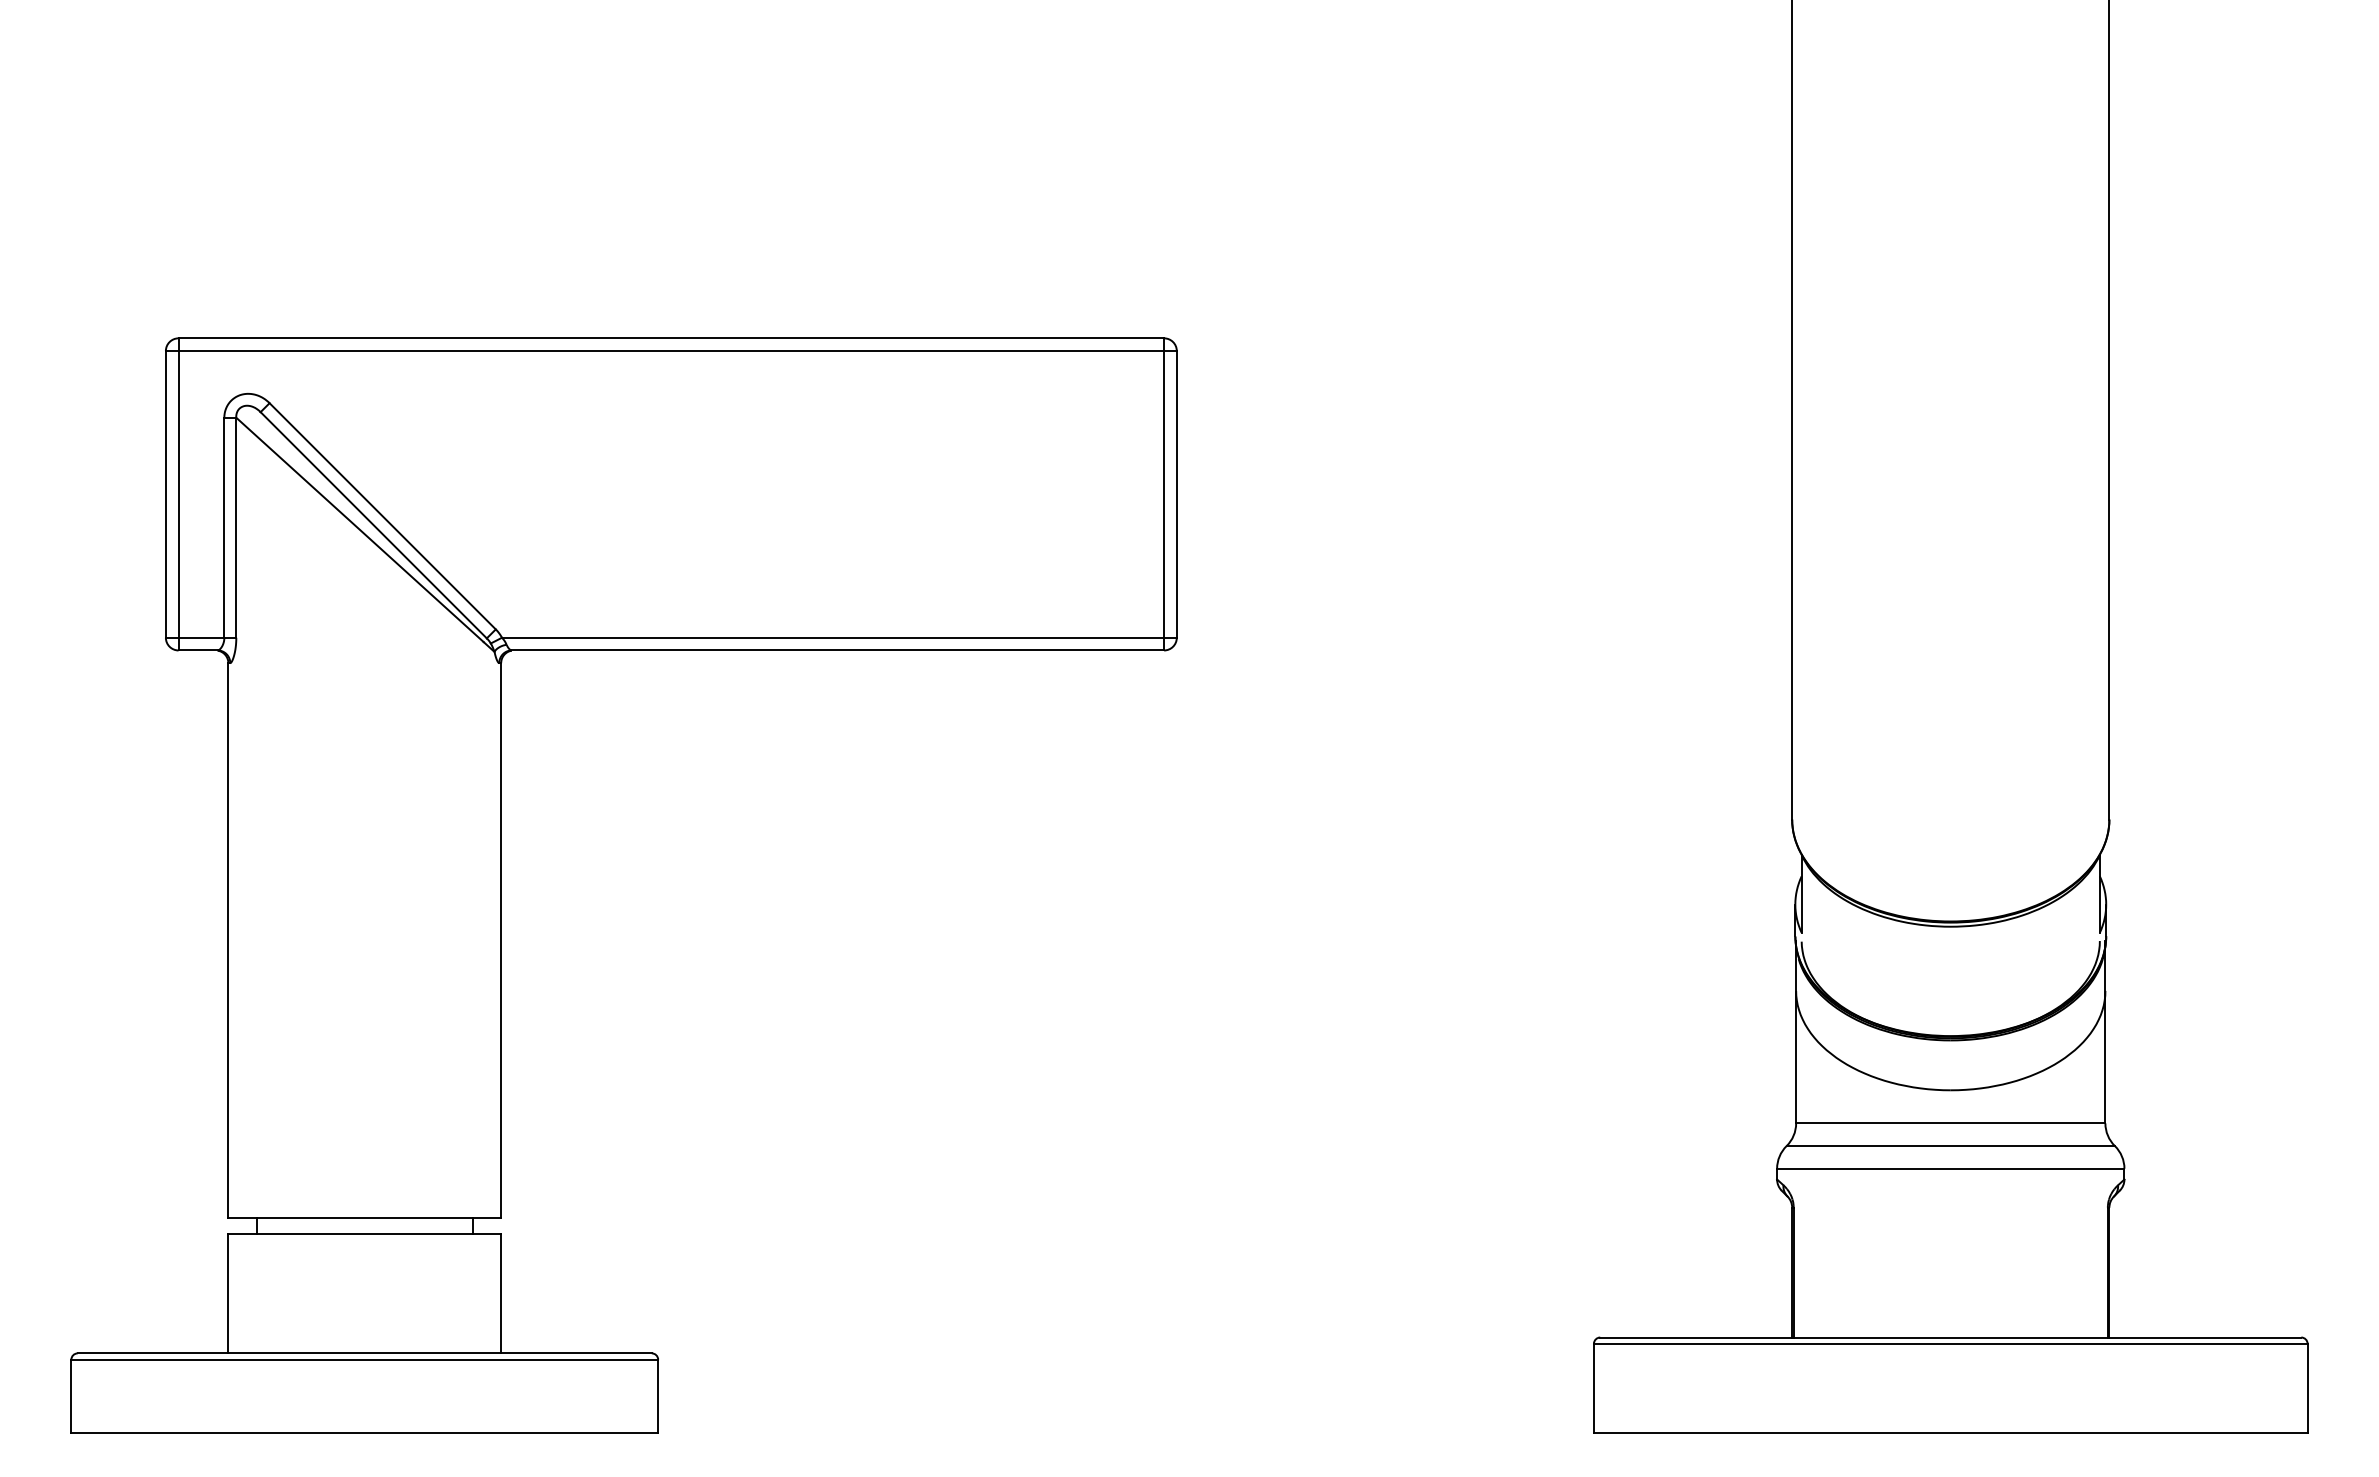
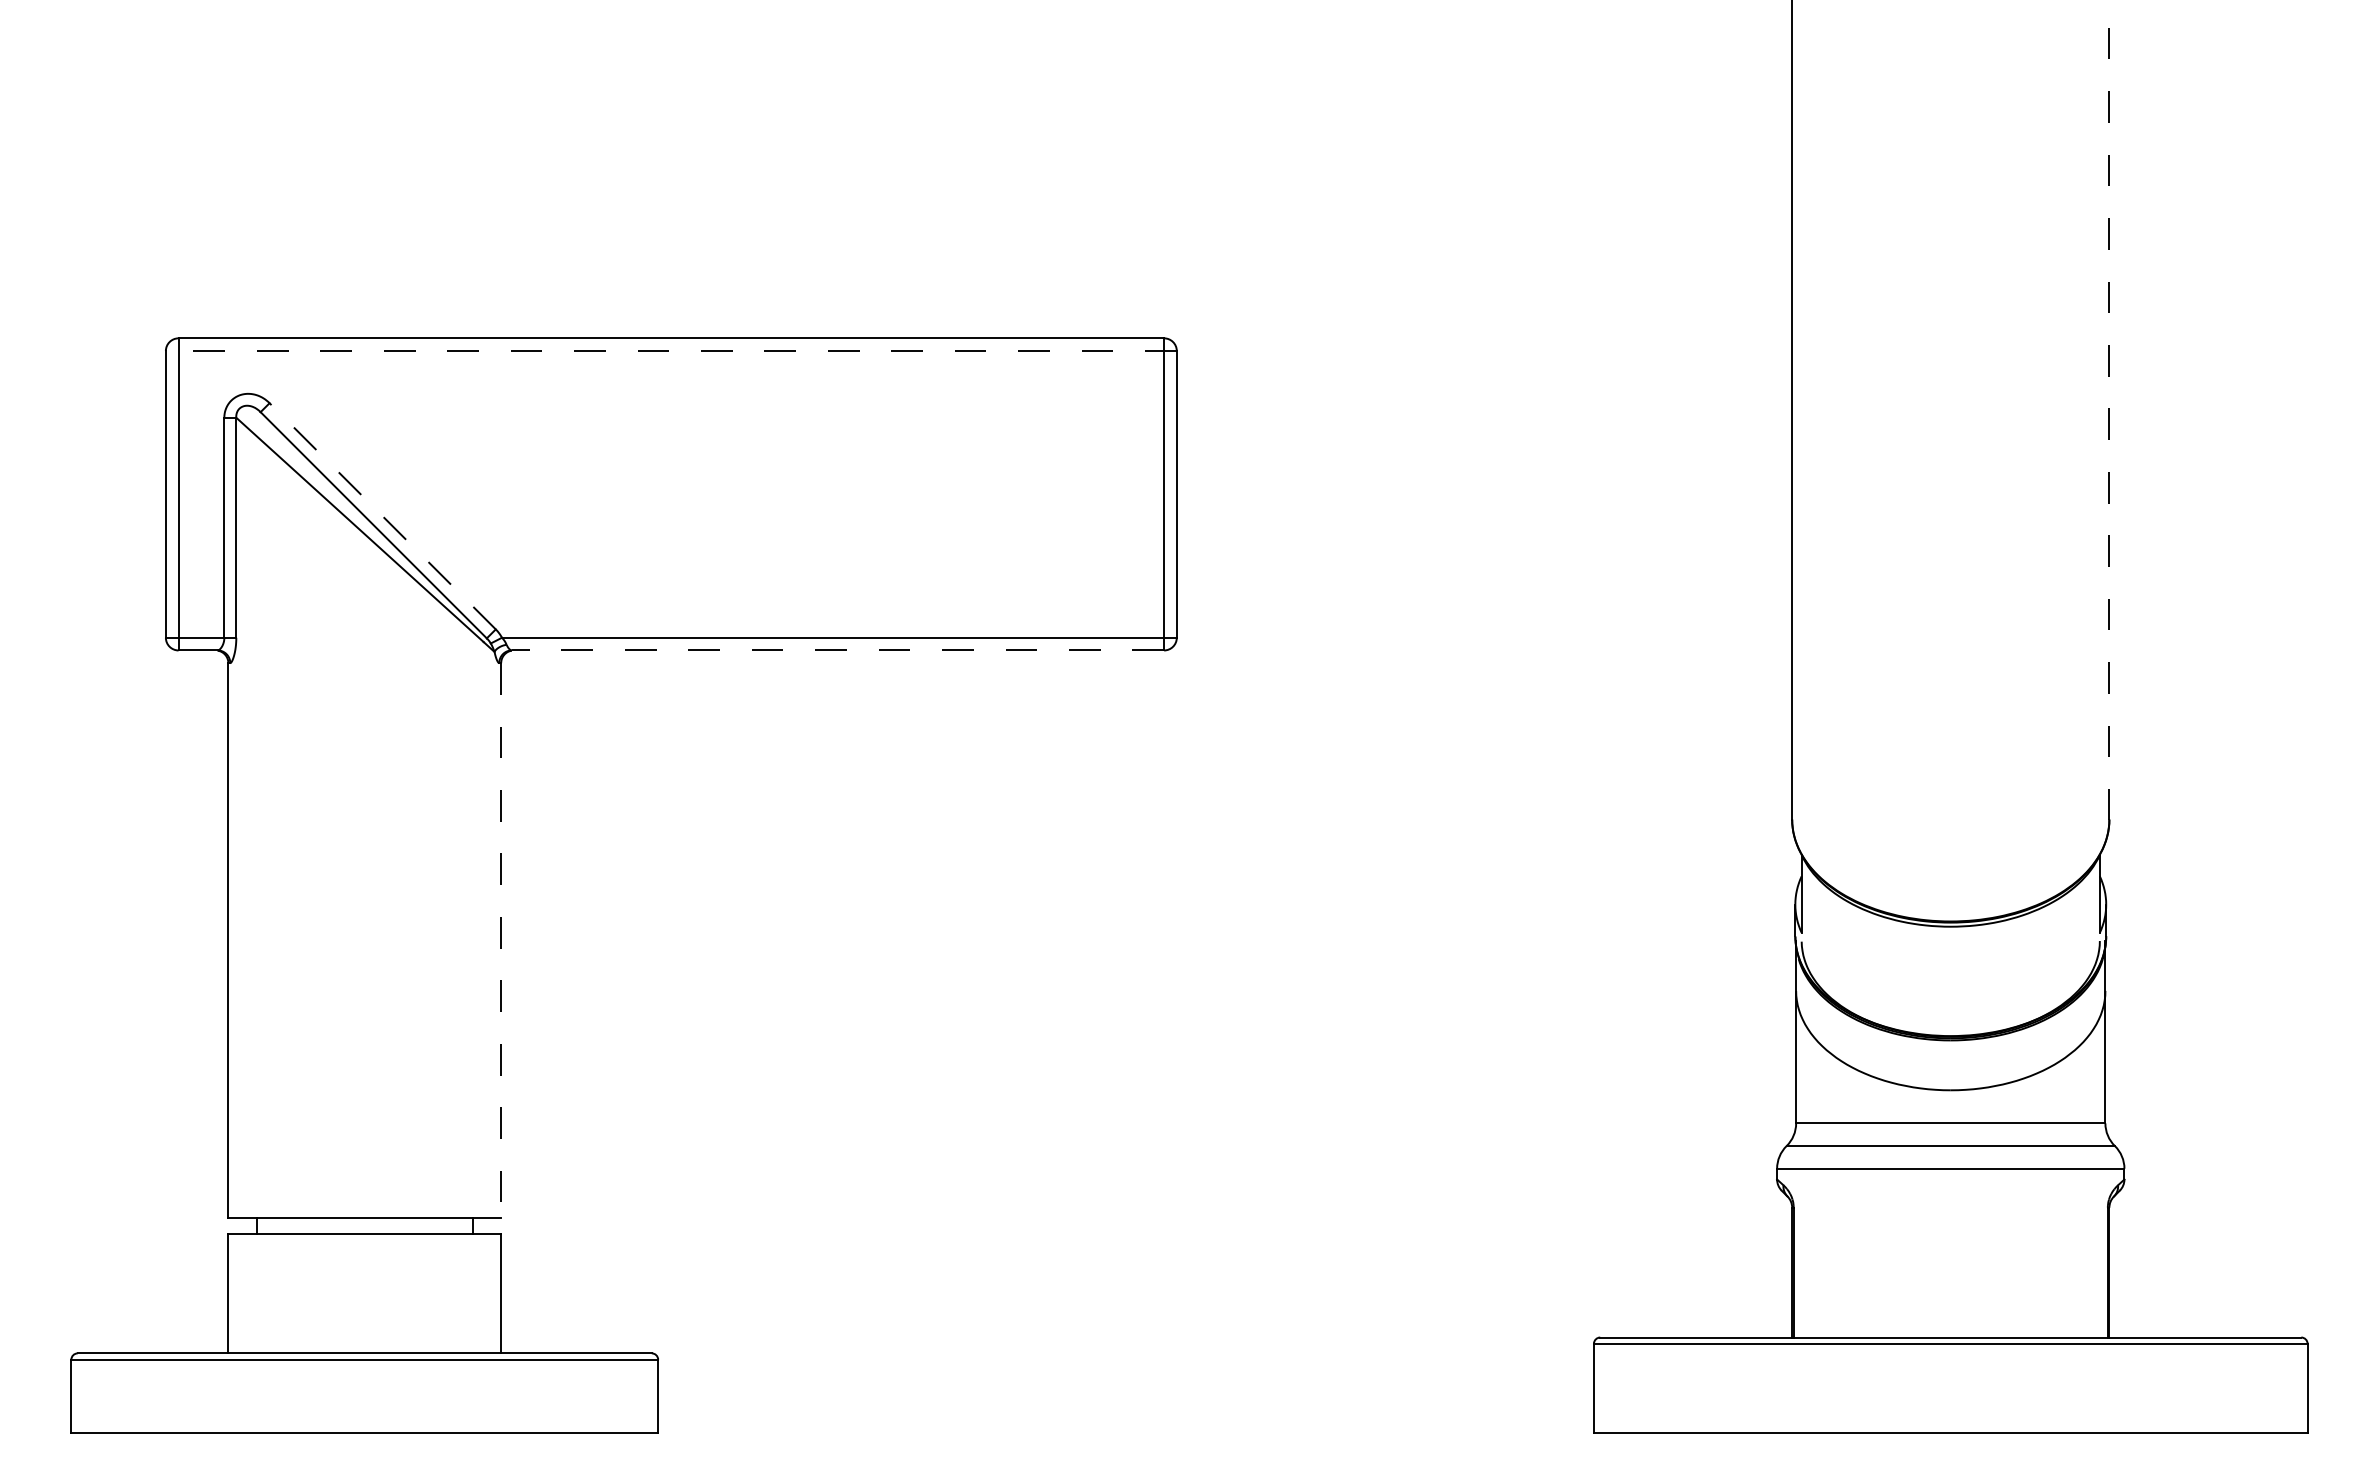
line at (670, 351): solid -> dashed
line at (2109, 410): solid -> dashed
line at (382, 516): solid -> dashed
line at (837, 650): solid -> dashed
line at (501, 940): solid -> dashed
